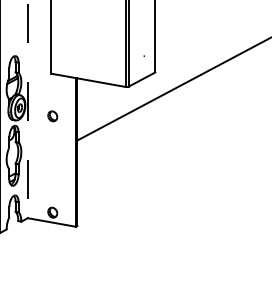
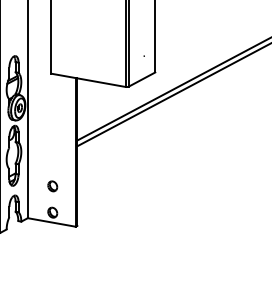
line at (172, 95): none -> present
line at (27, 109): dashed -> solid
part at (52, 116) position: (52, 116) -> (52, 186)
